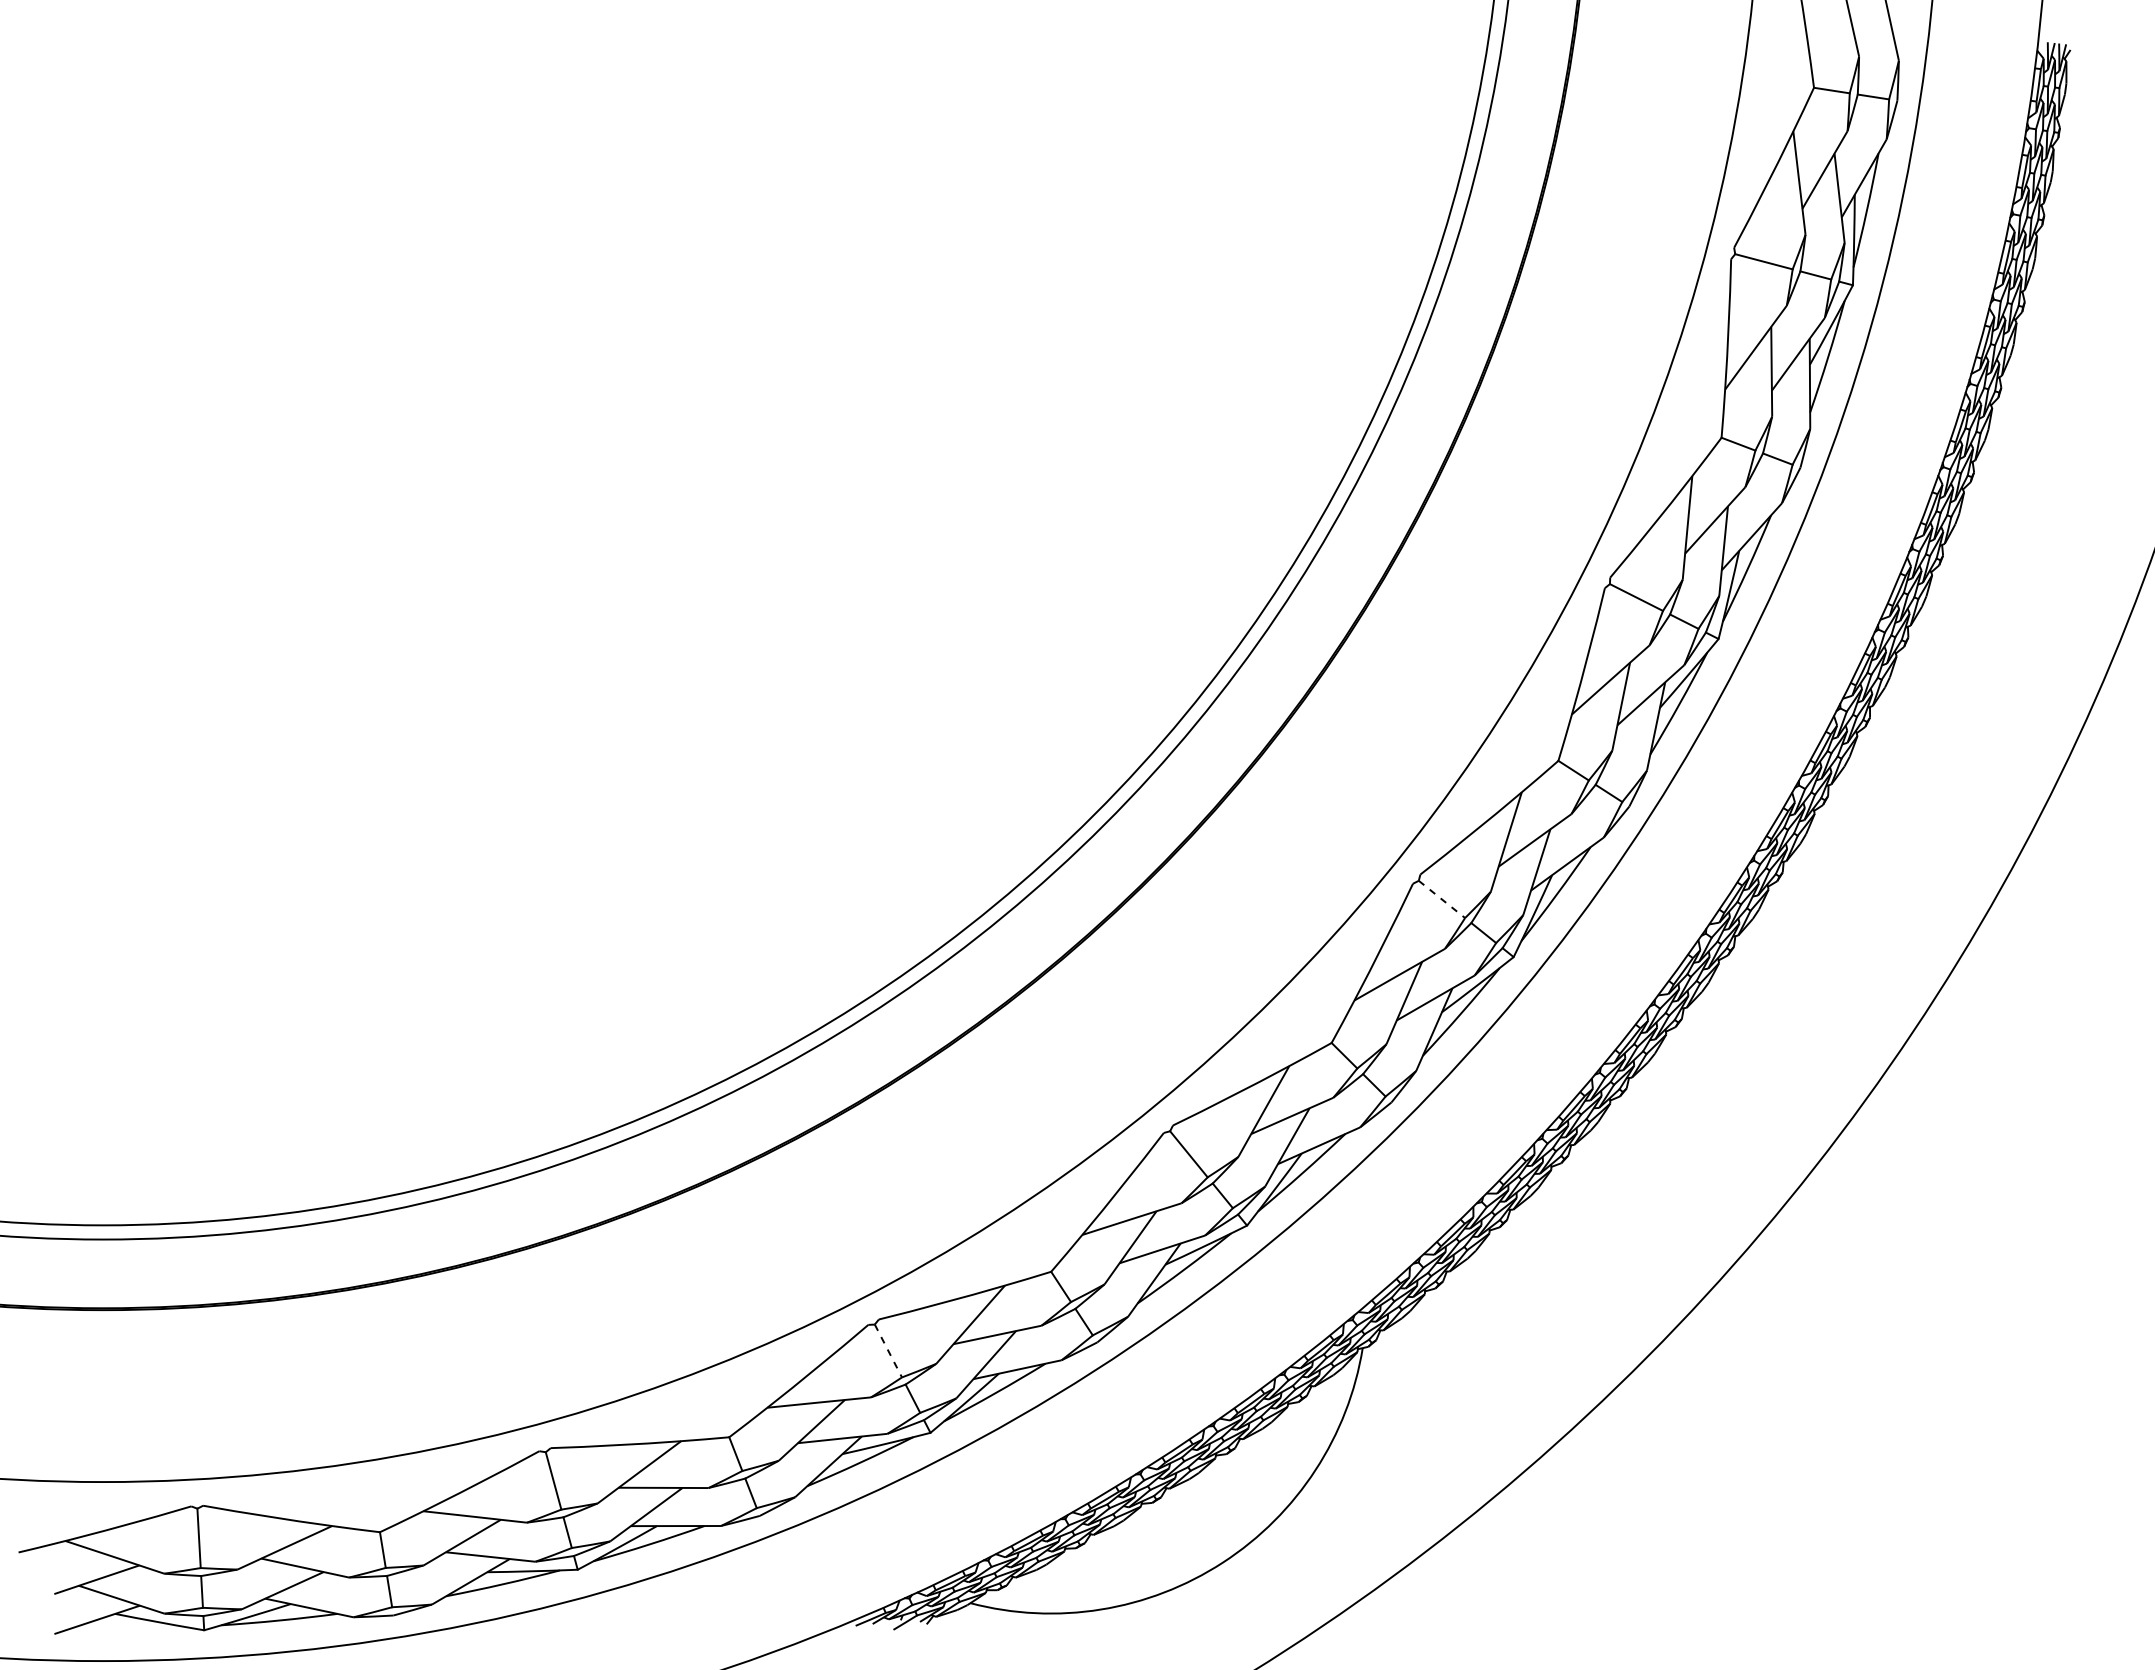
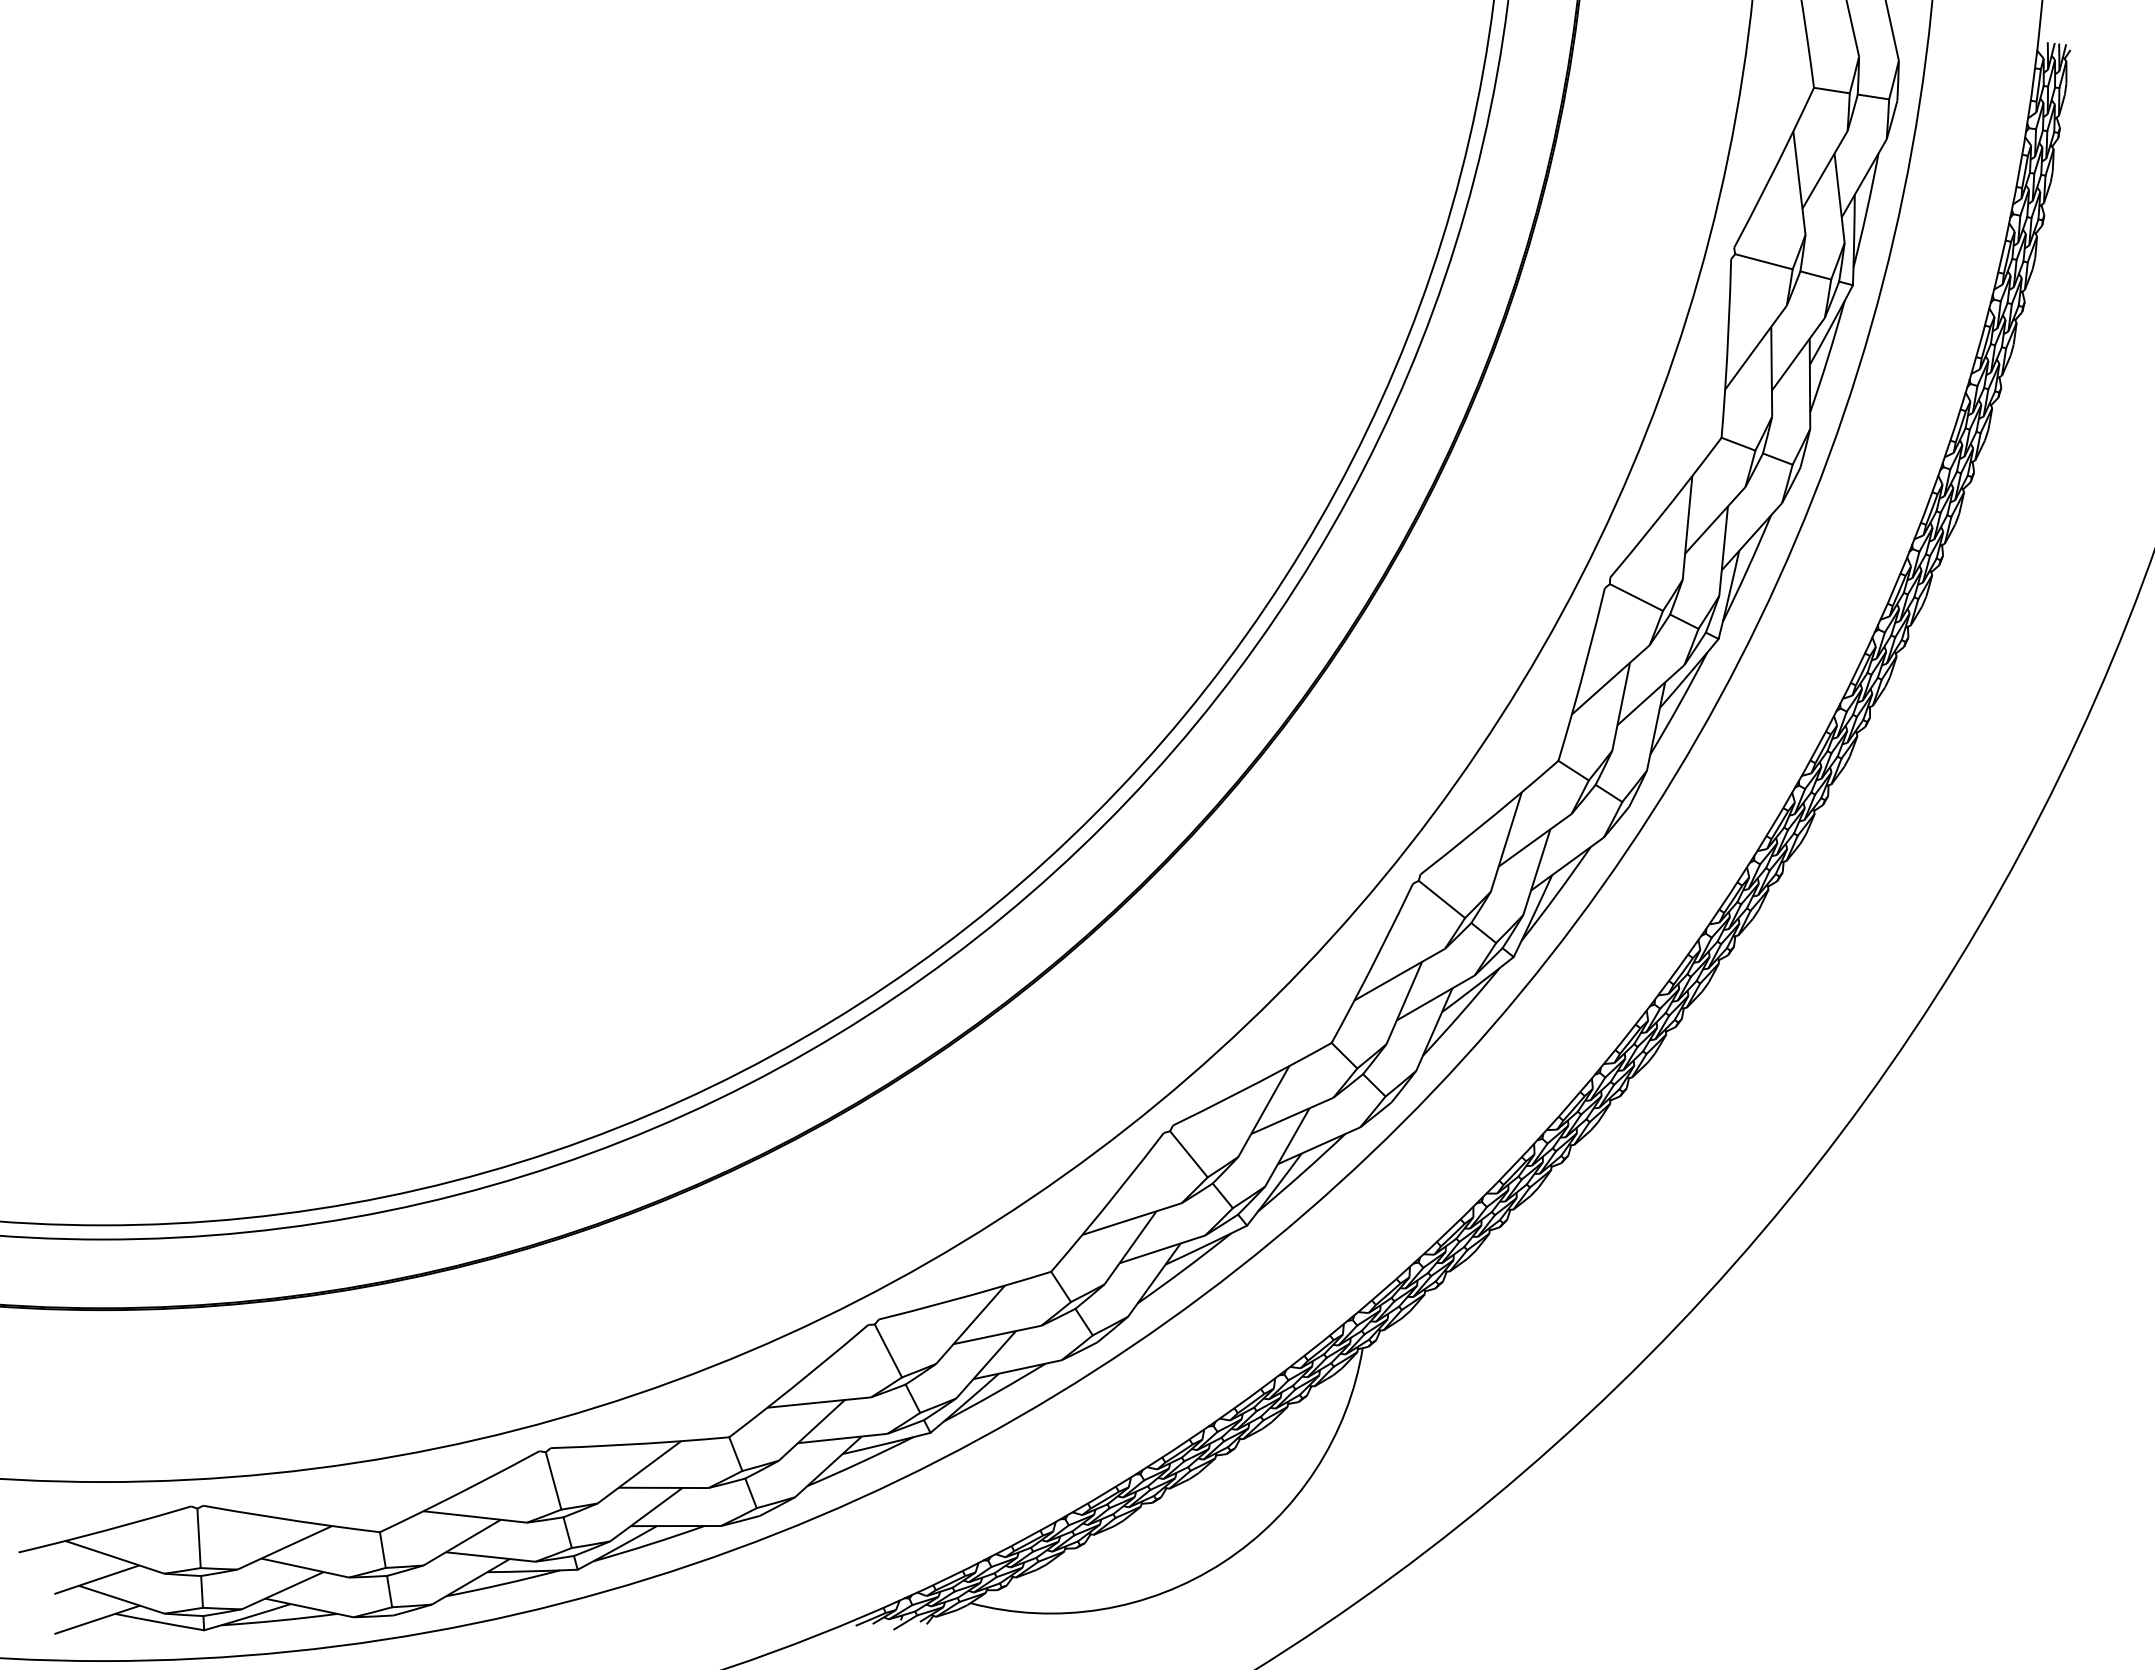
line at (1441, 899): dashed -> solid
line at (888, 1351): dashed -> solid
